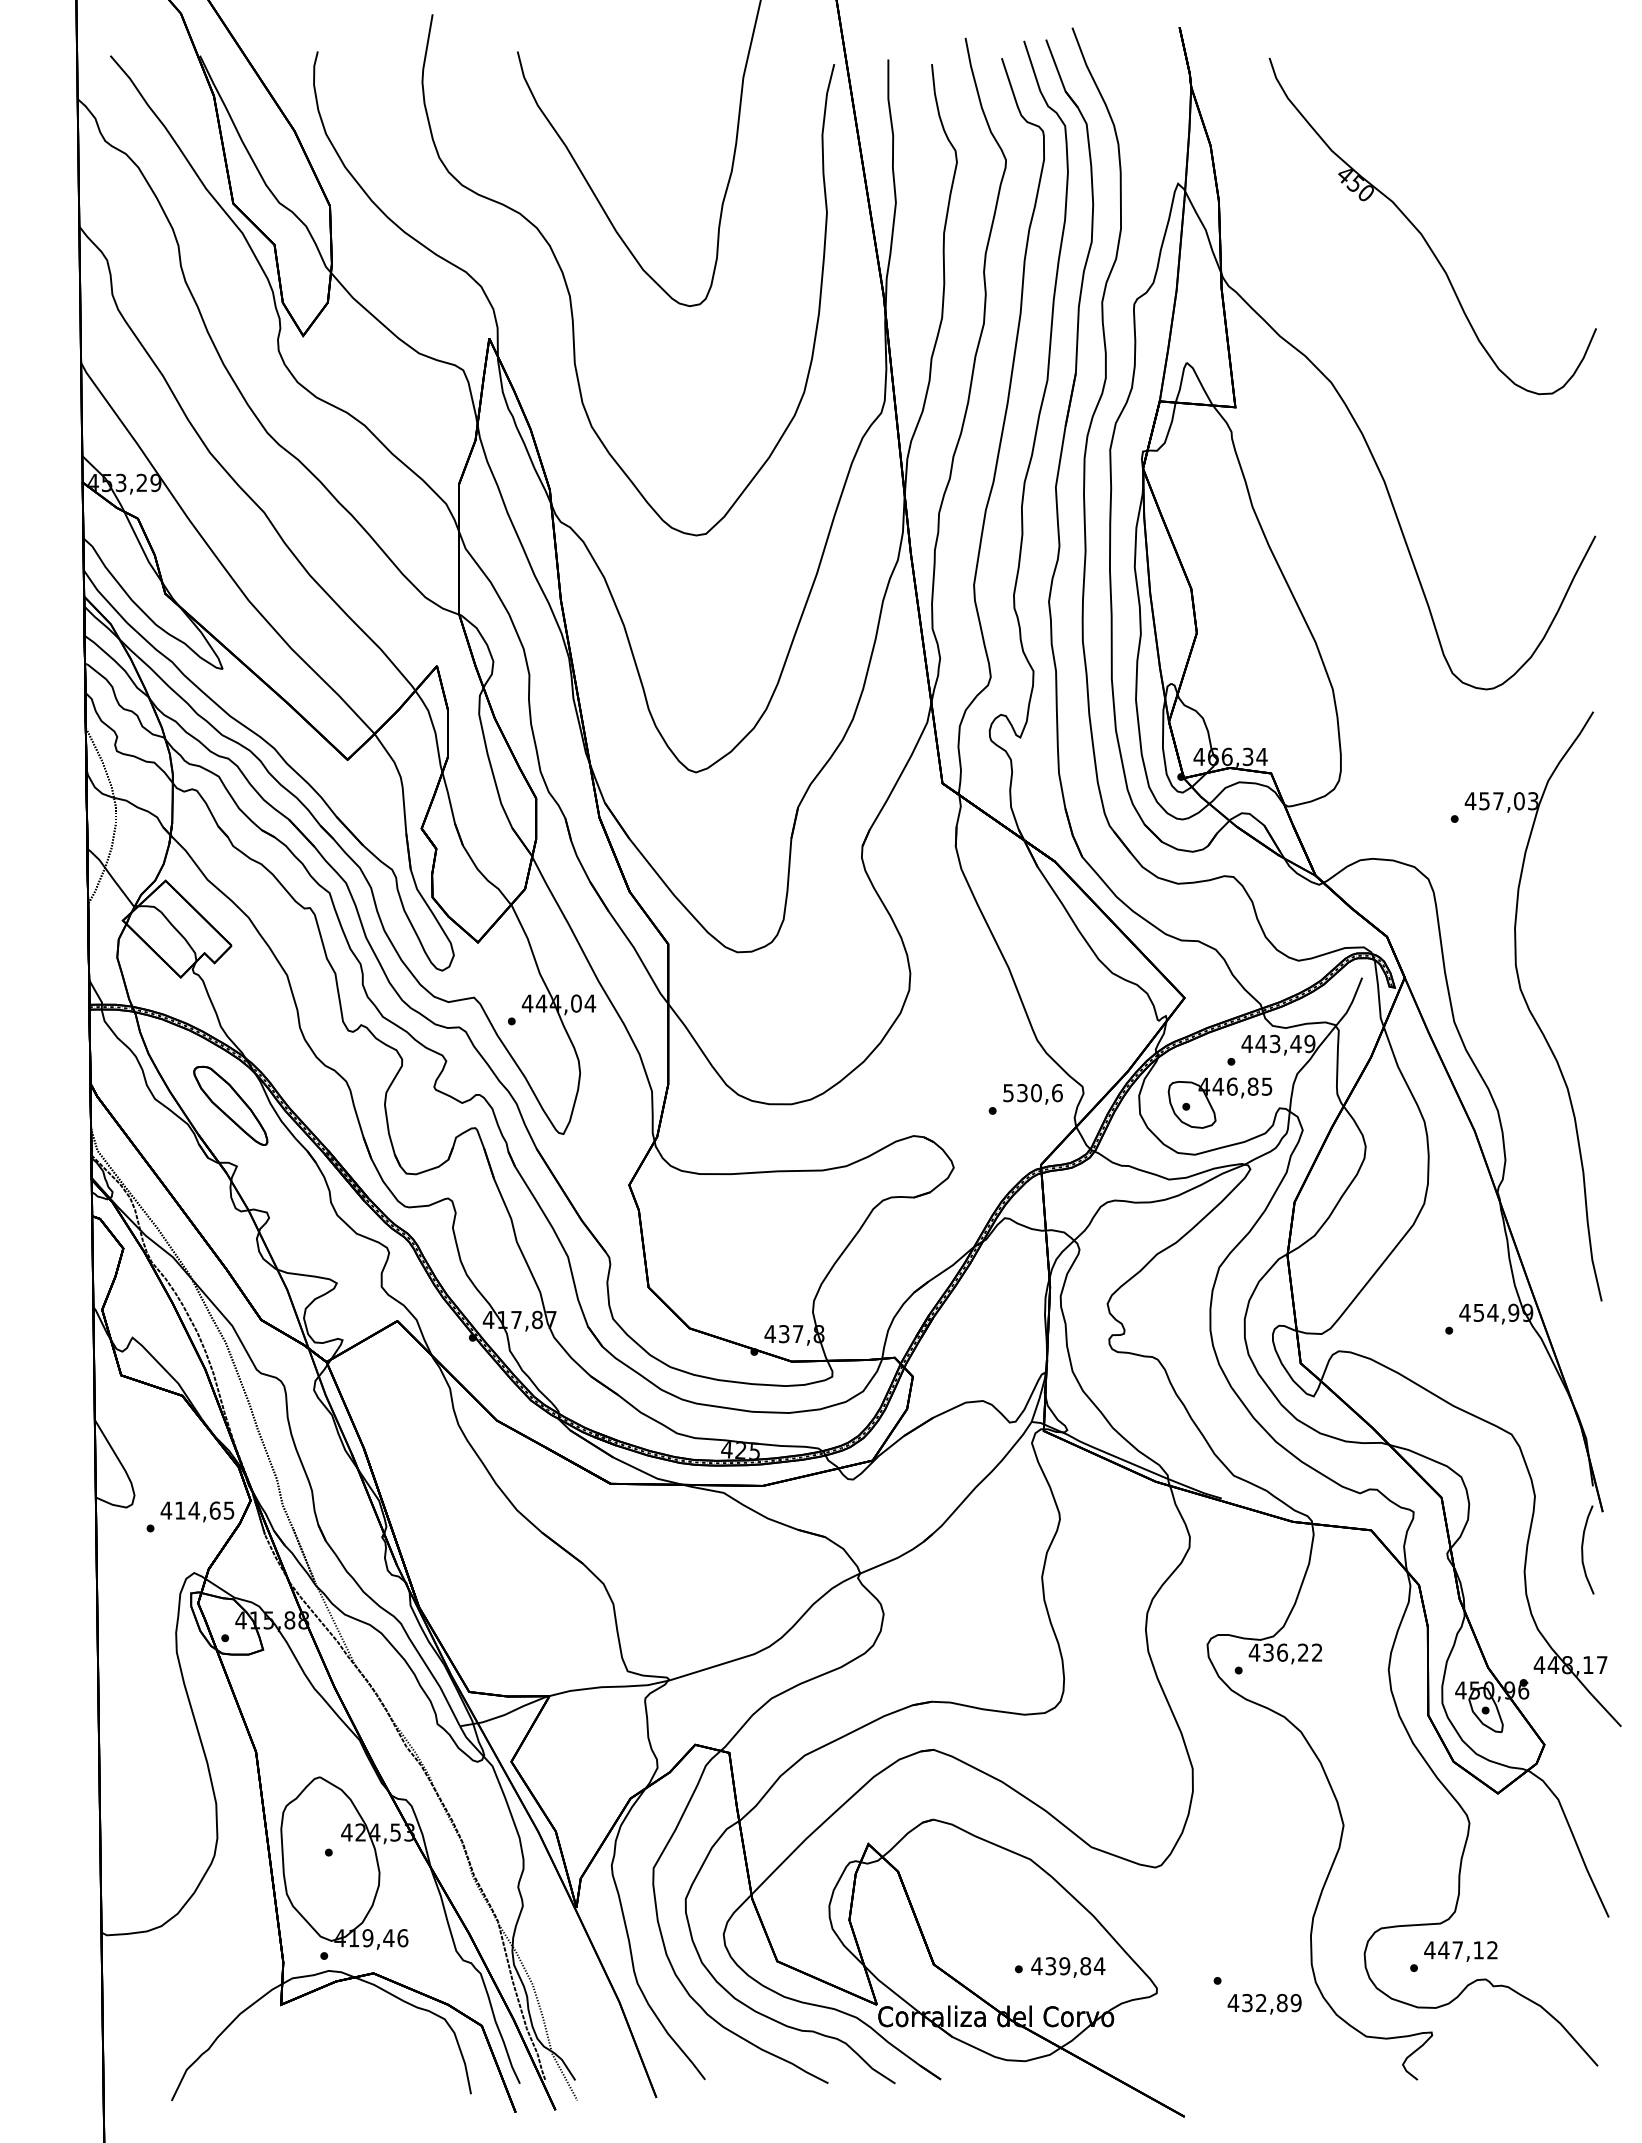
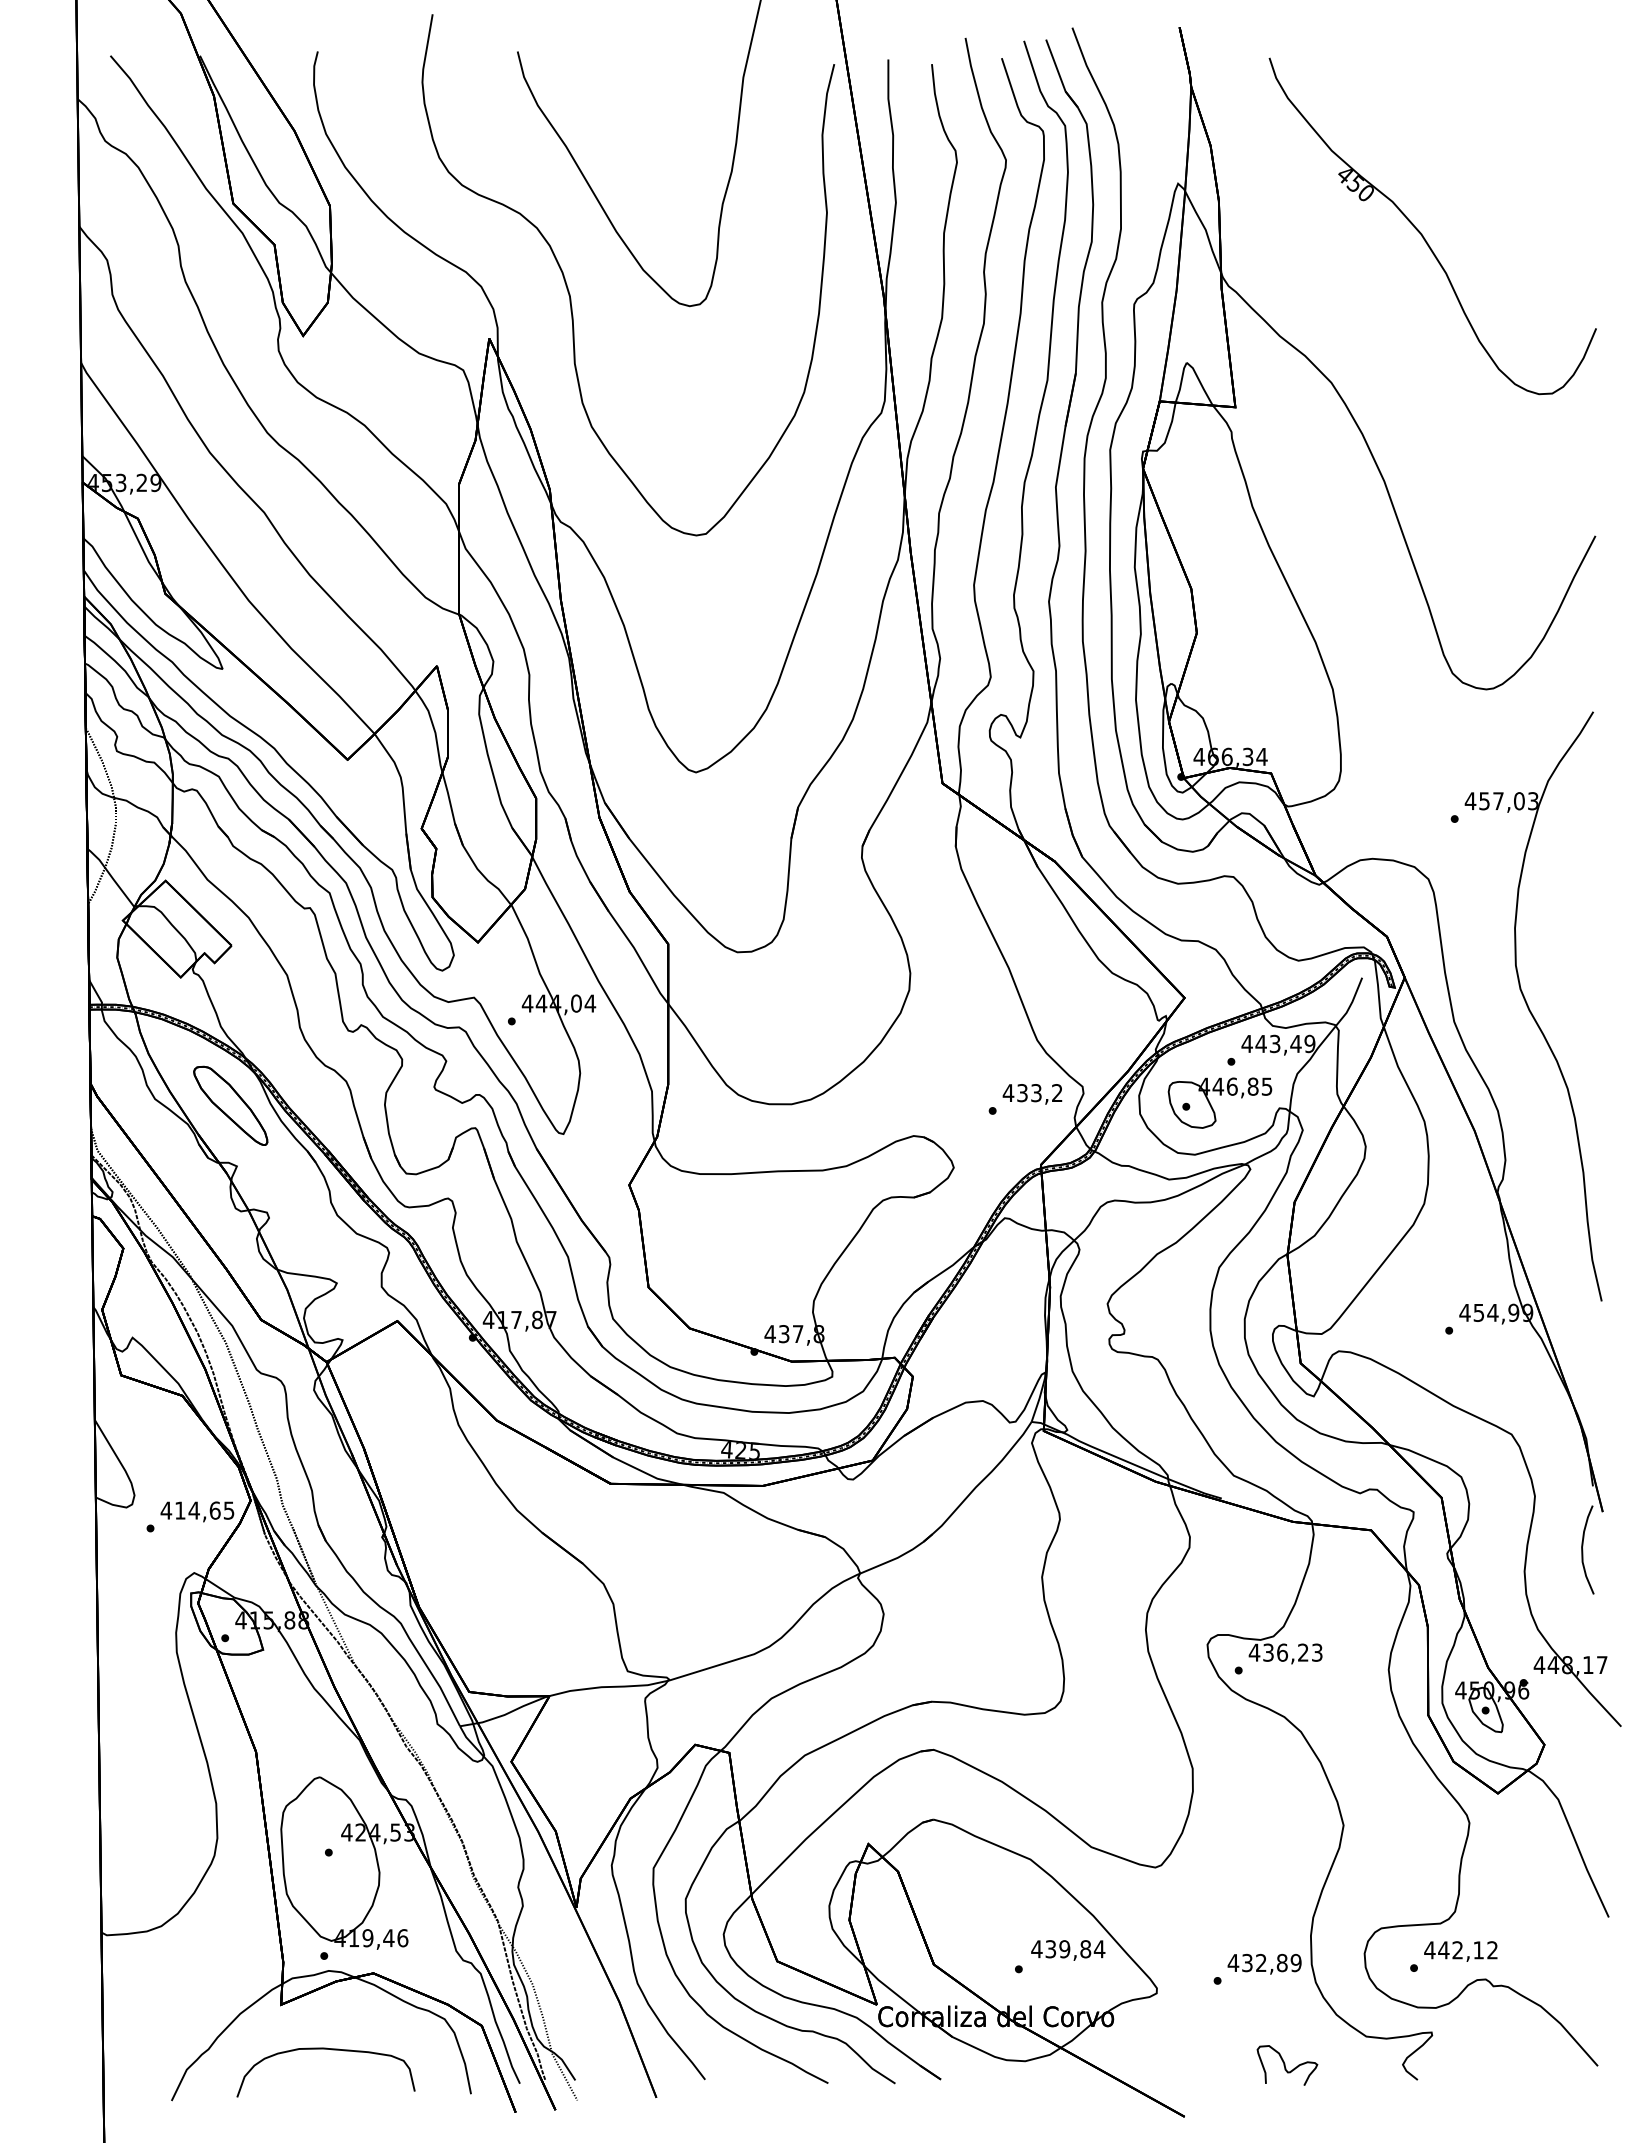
text at (1032, 1093): 530,6 -> 433,2
text at (1317, 1652): 436,22 -> 436,23
text at (1457, 1950): 447,12 -> 442,12
text at (1068, 1967) position: (1068, 1967) -> (1068, 1950)
text at (1264, 2004) position: (1264, 2004) -> (1264, 1964)
curve at (331, 2050): none -> present
curve at (1285, 2065): none -> present
